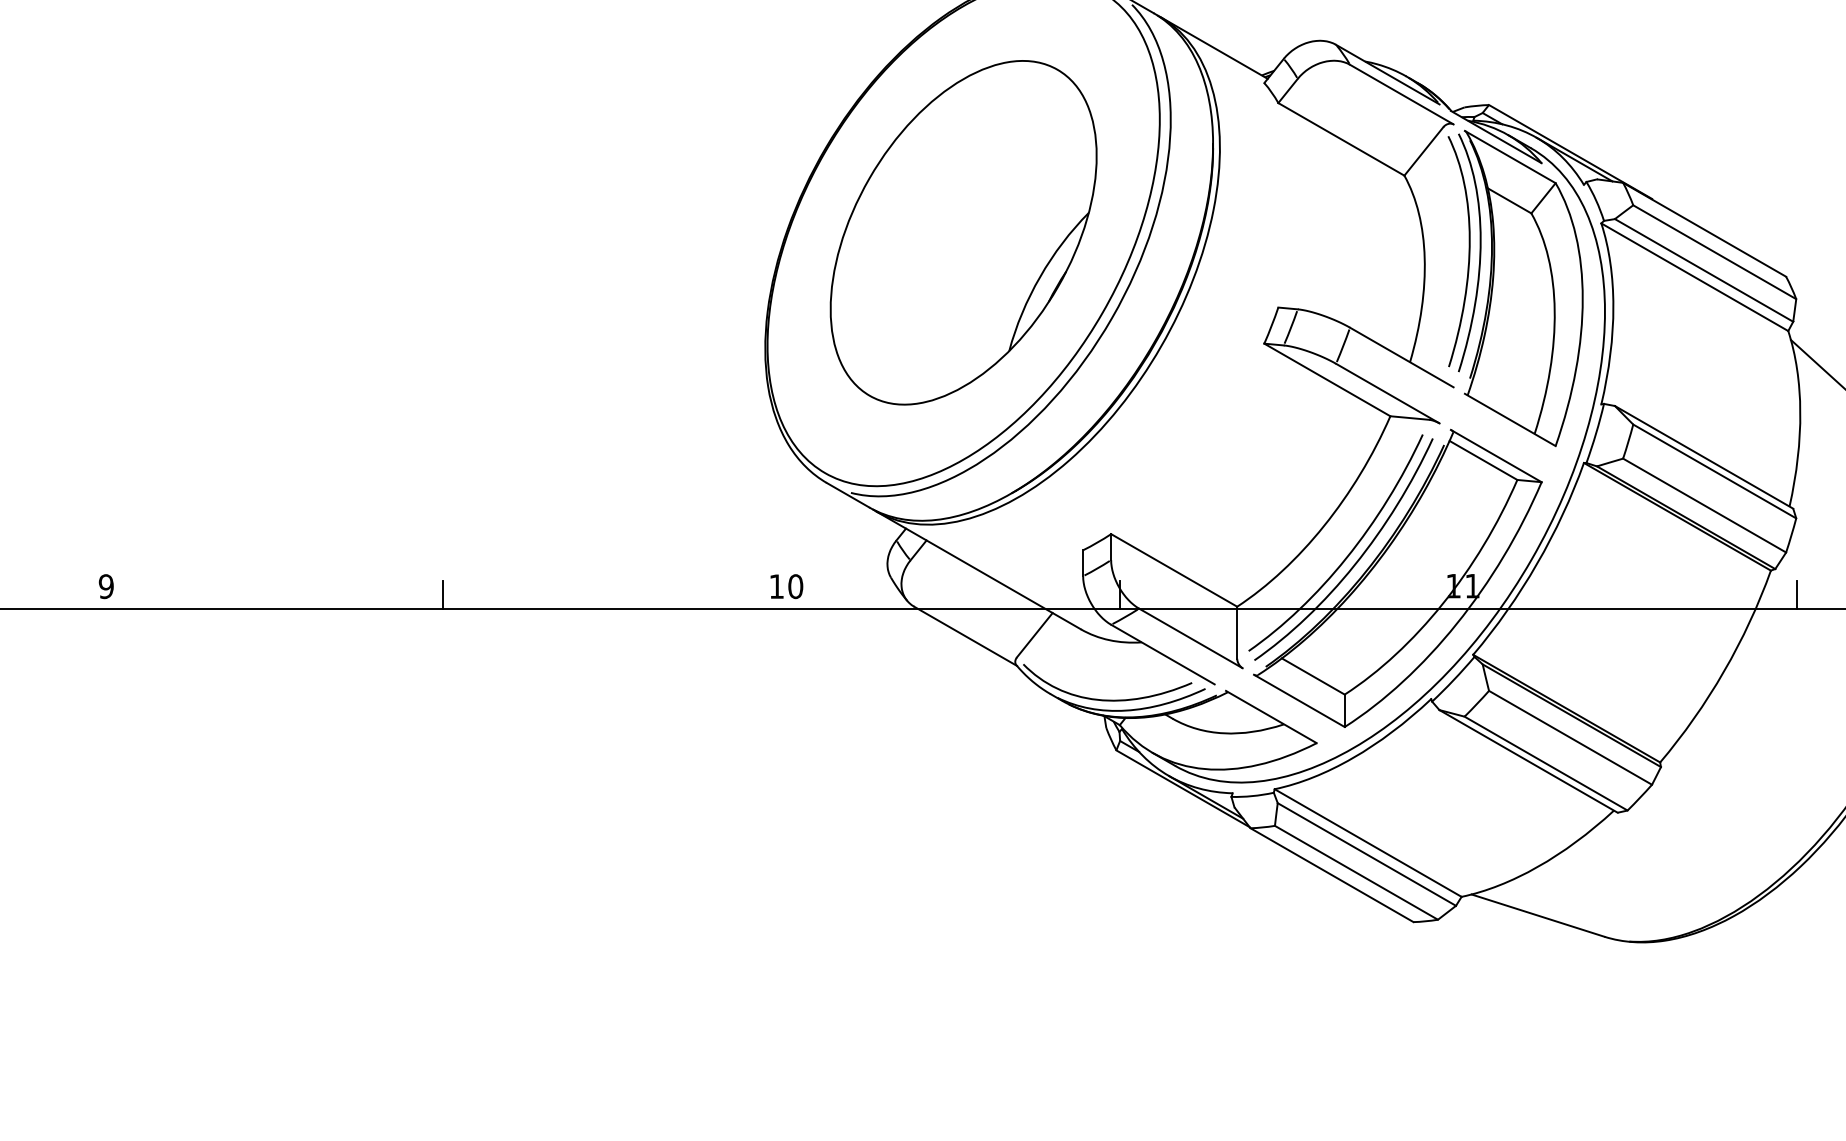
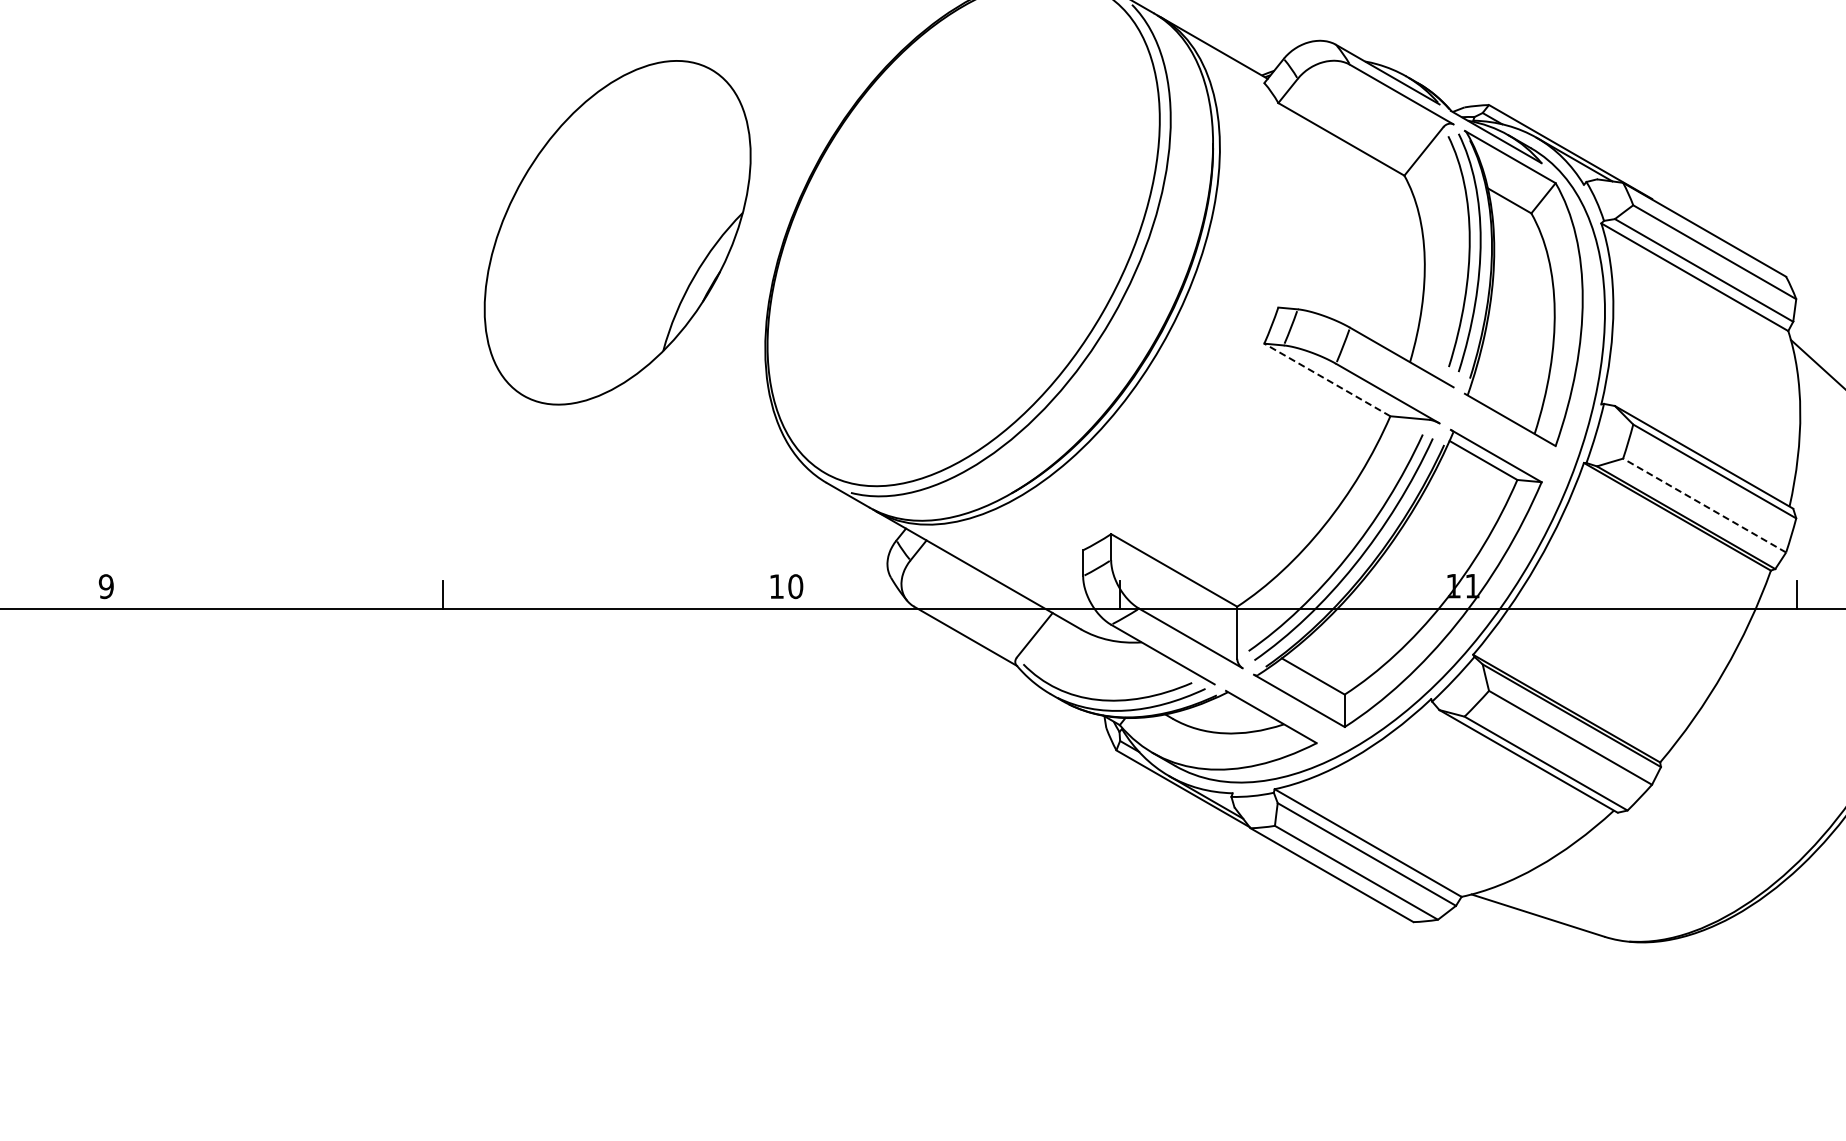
part at (963, 232) position: (963, 232) -> (617, 232)
line at (1327, 379): solid -> dashed
line at (1704, 505): solid -> dashed
